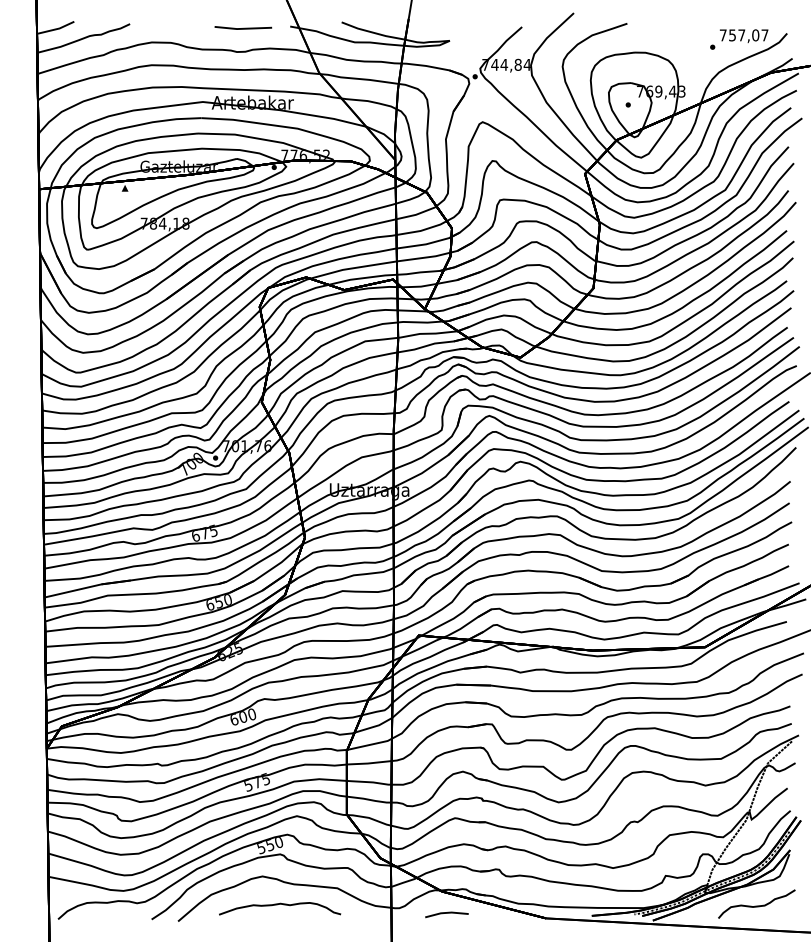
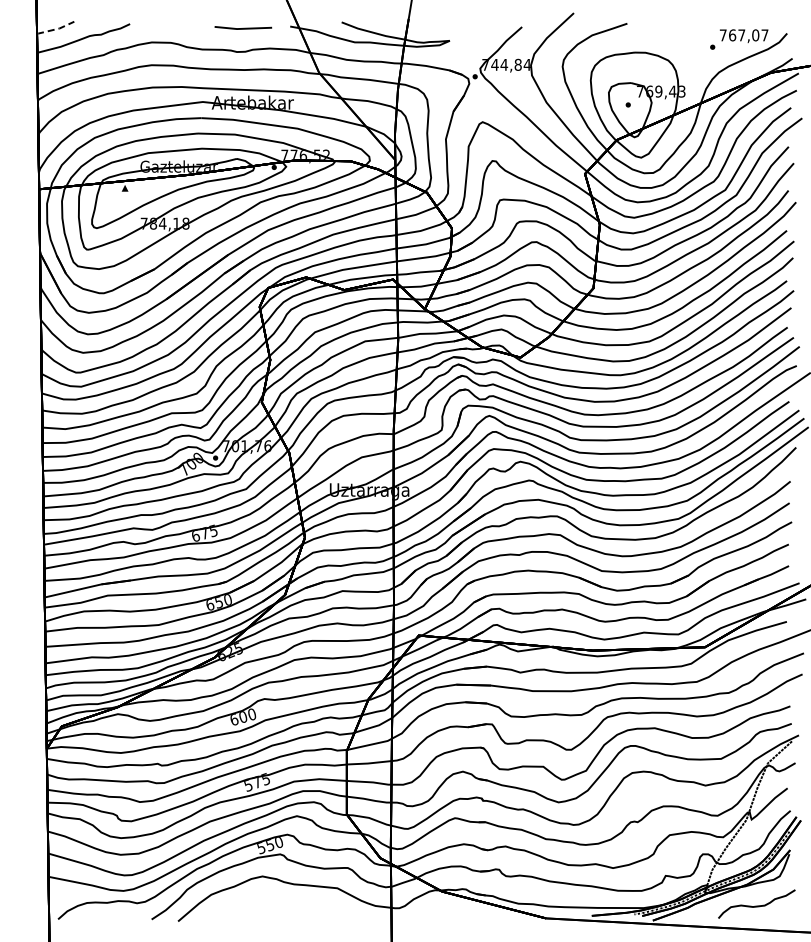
line at (56, 29): solid -> dashed
text at (732, 35): 757,07 -> 767,07
curve at (280, 904): present -> none
line at (446, 913): present -> none
